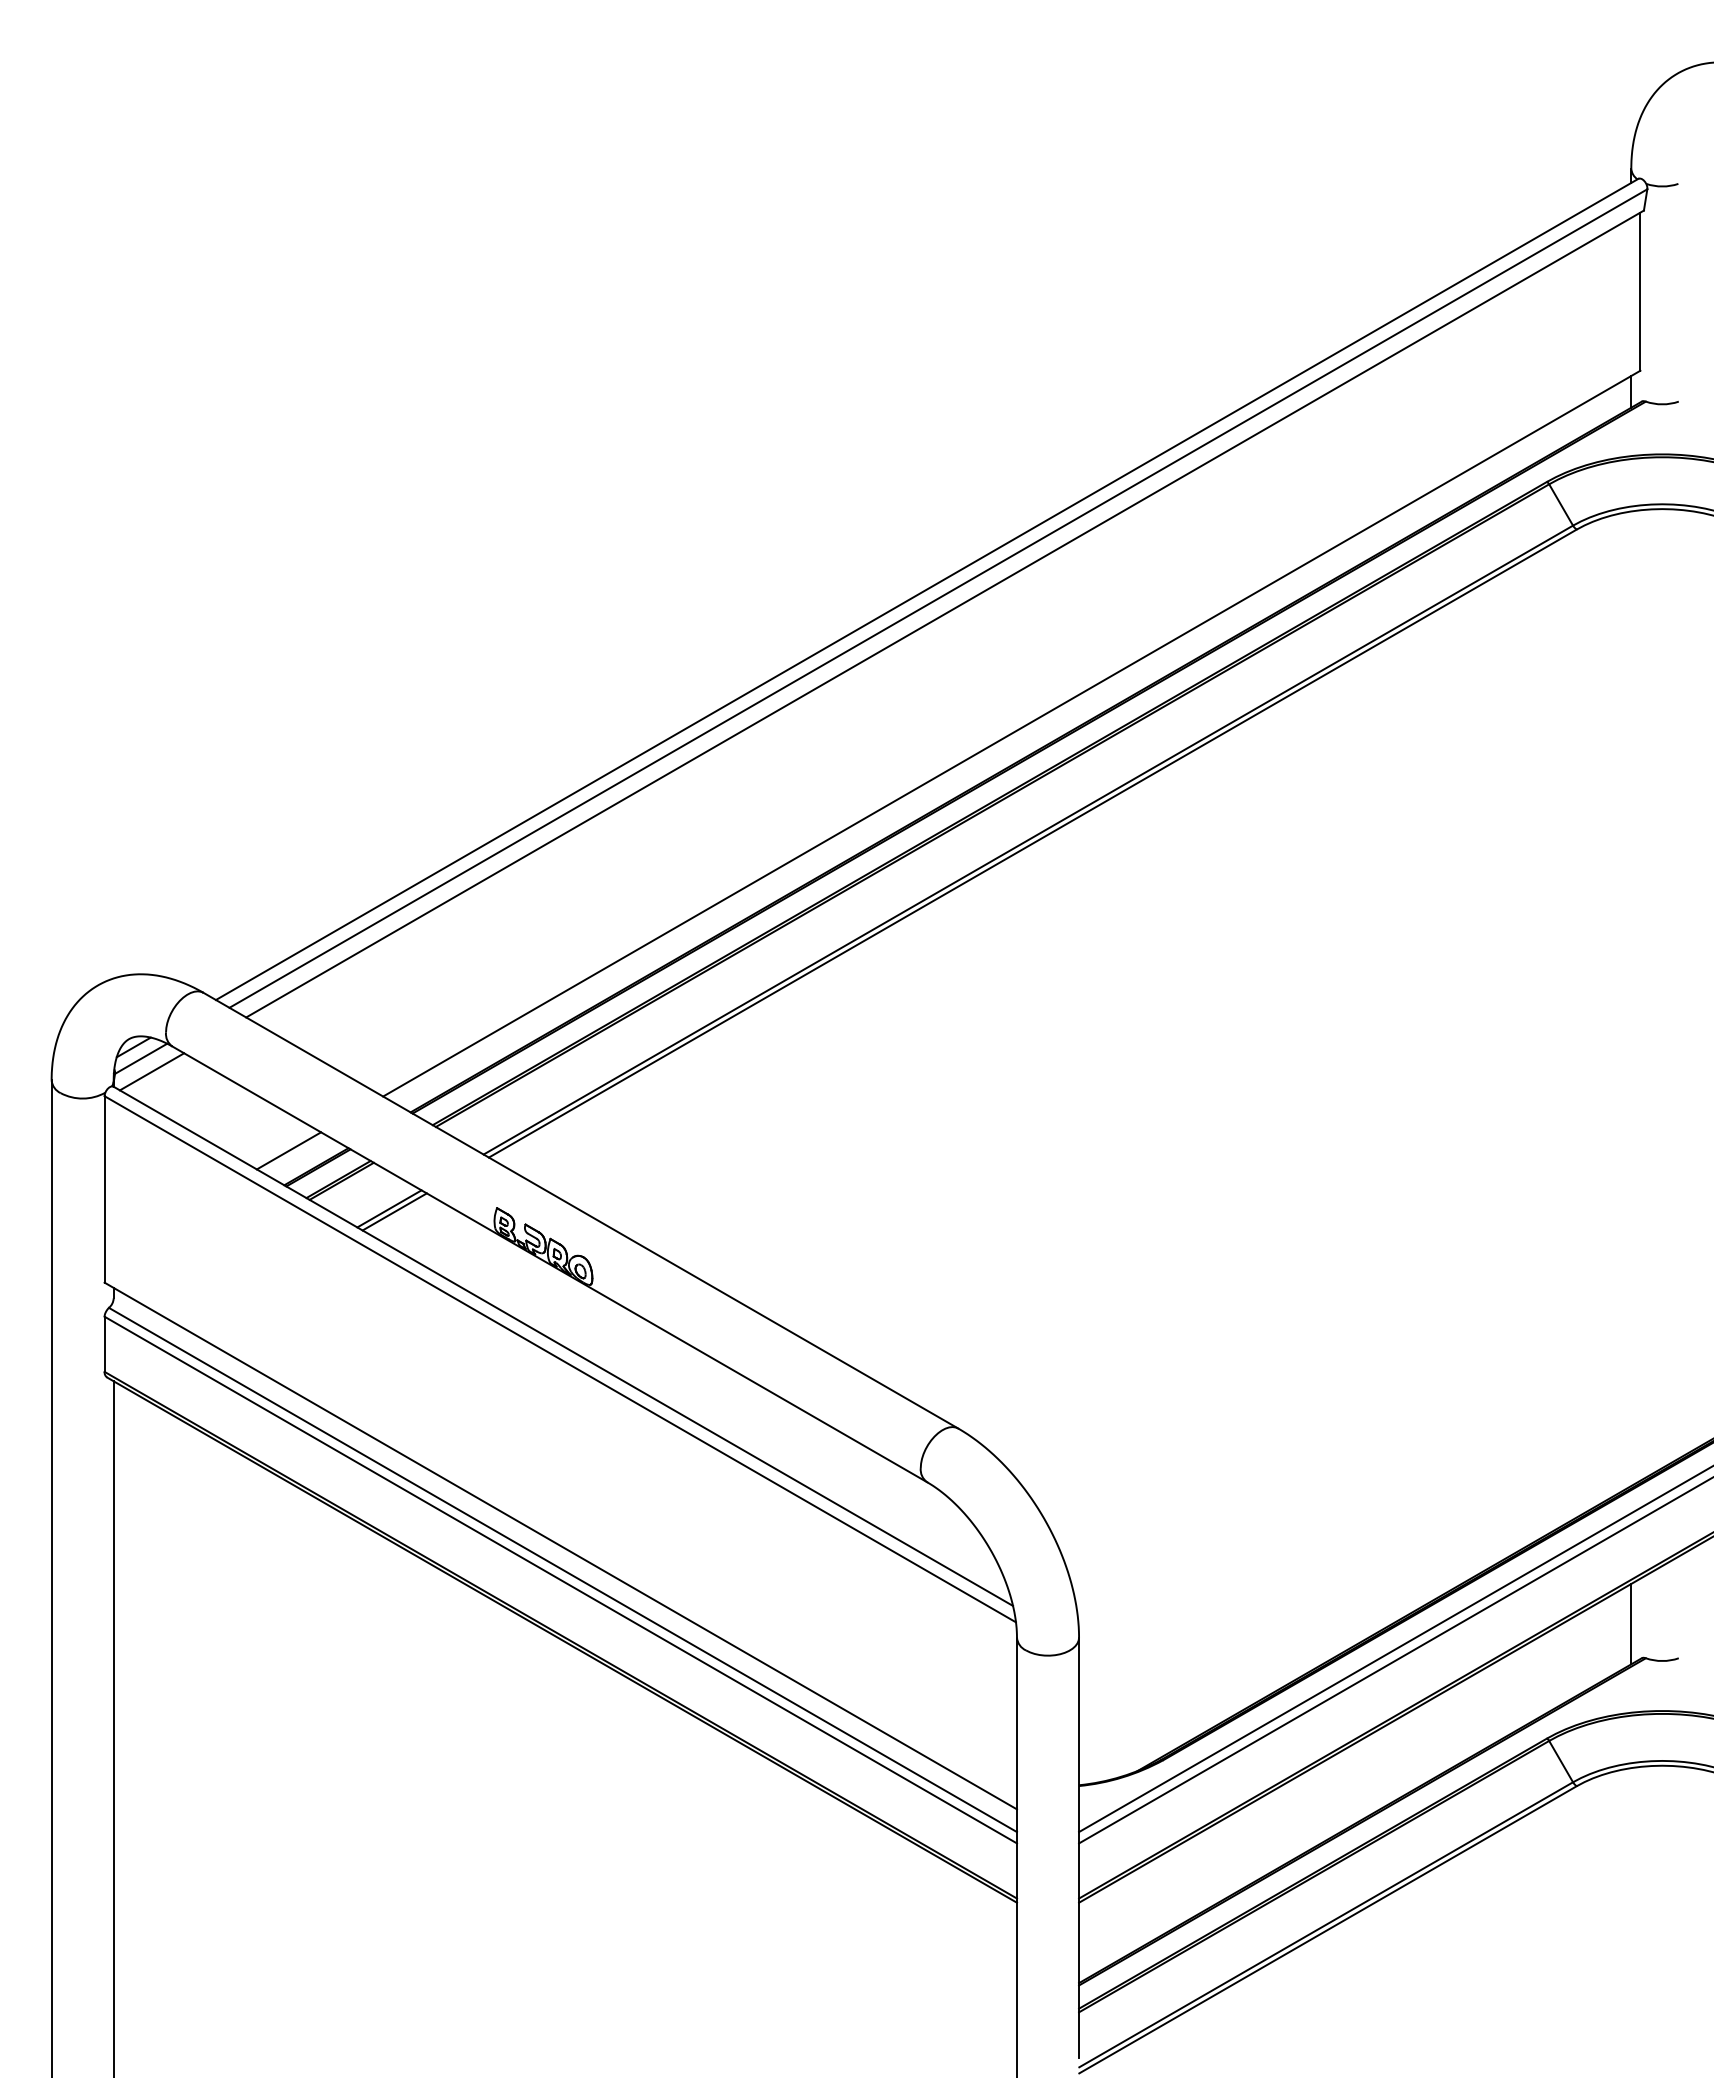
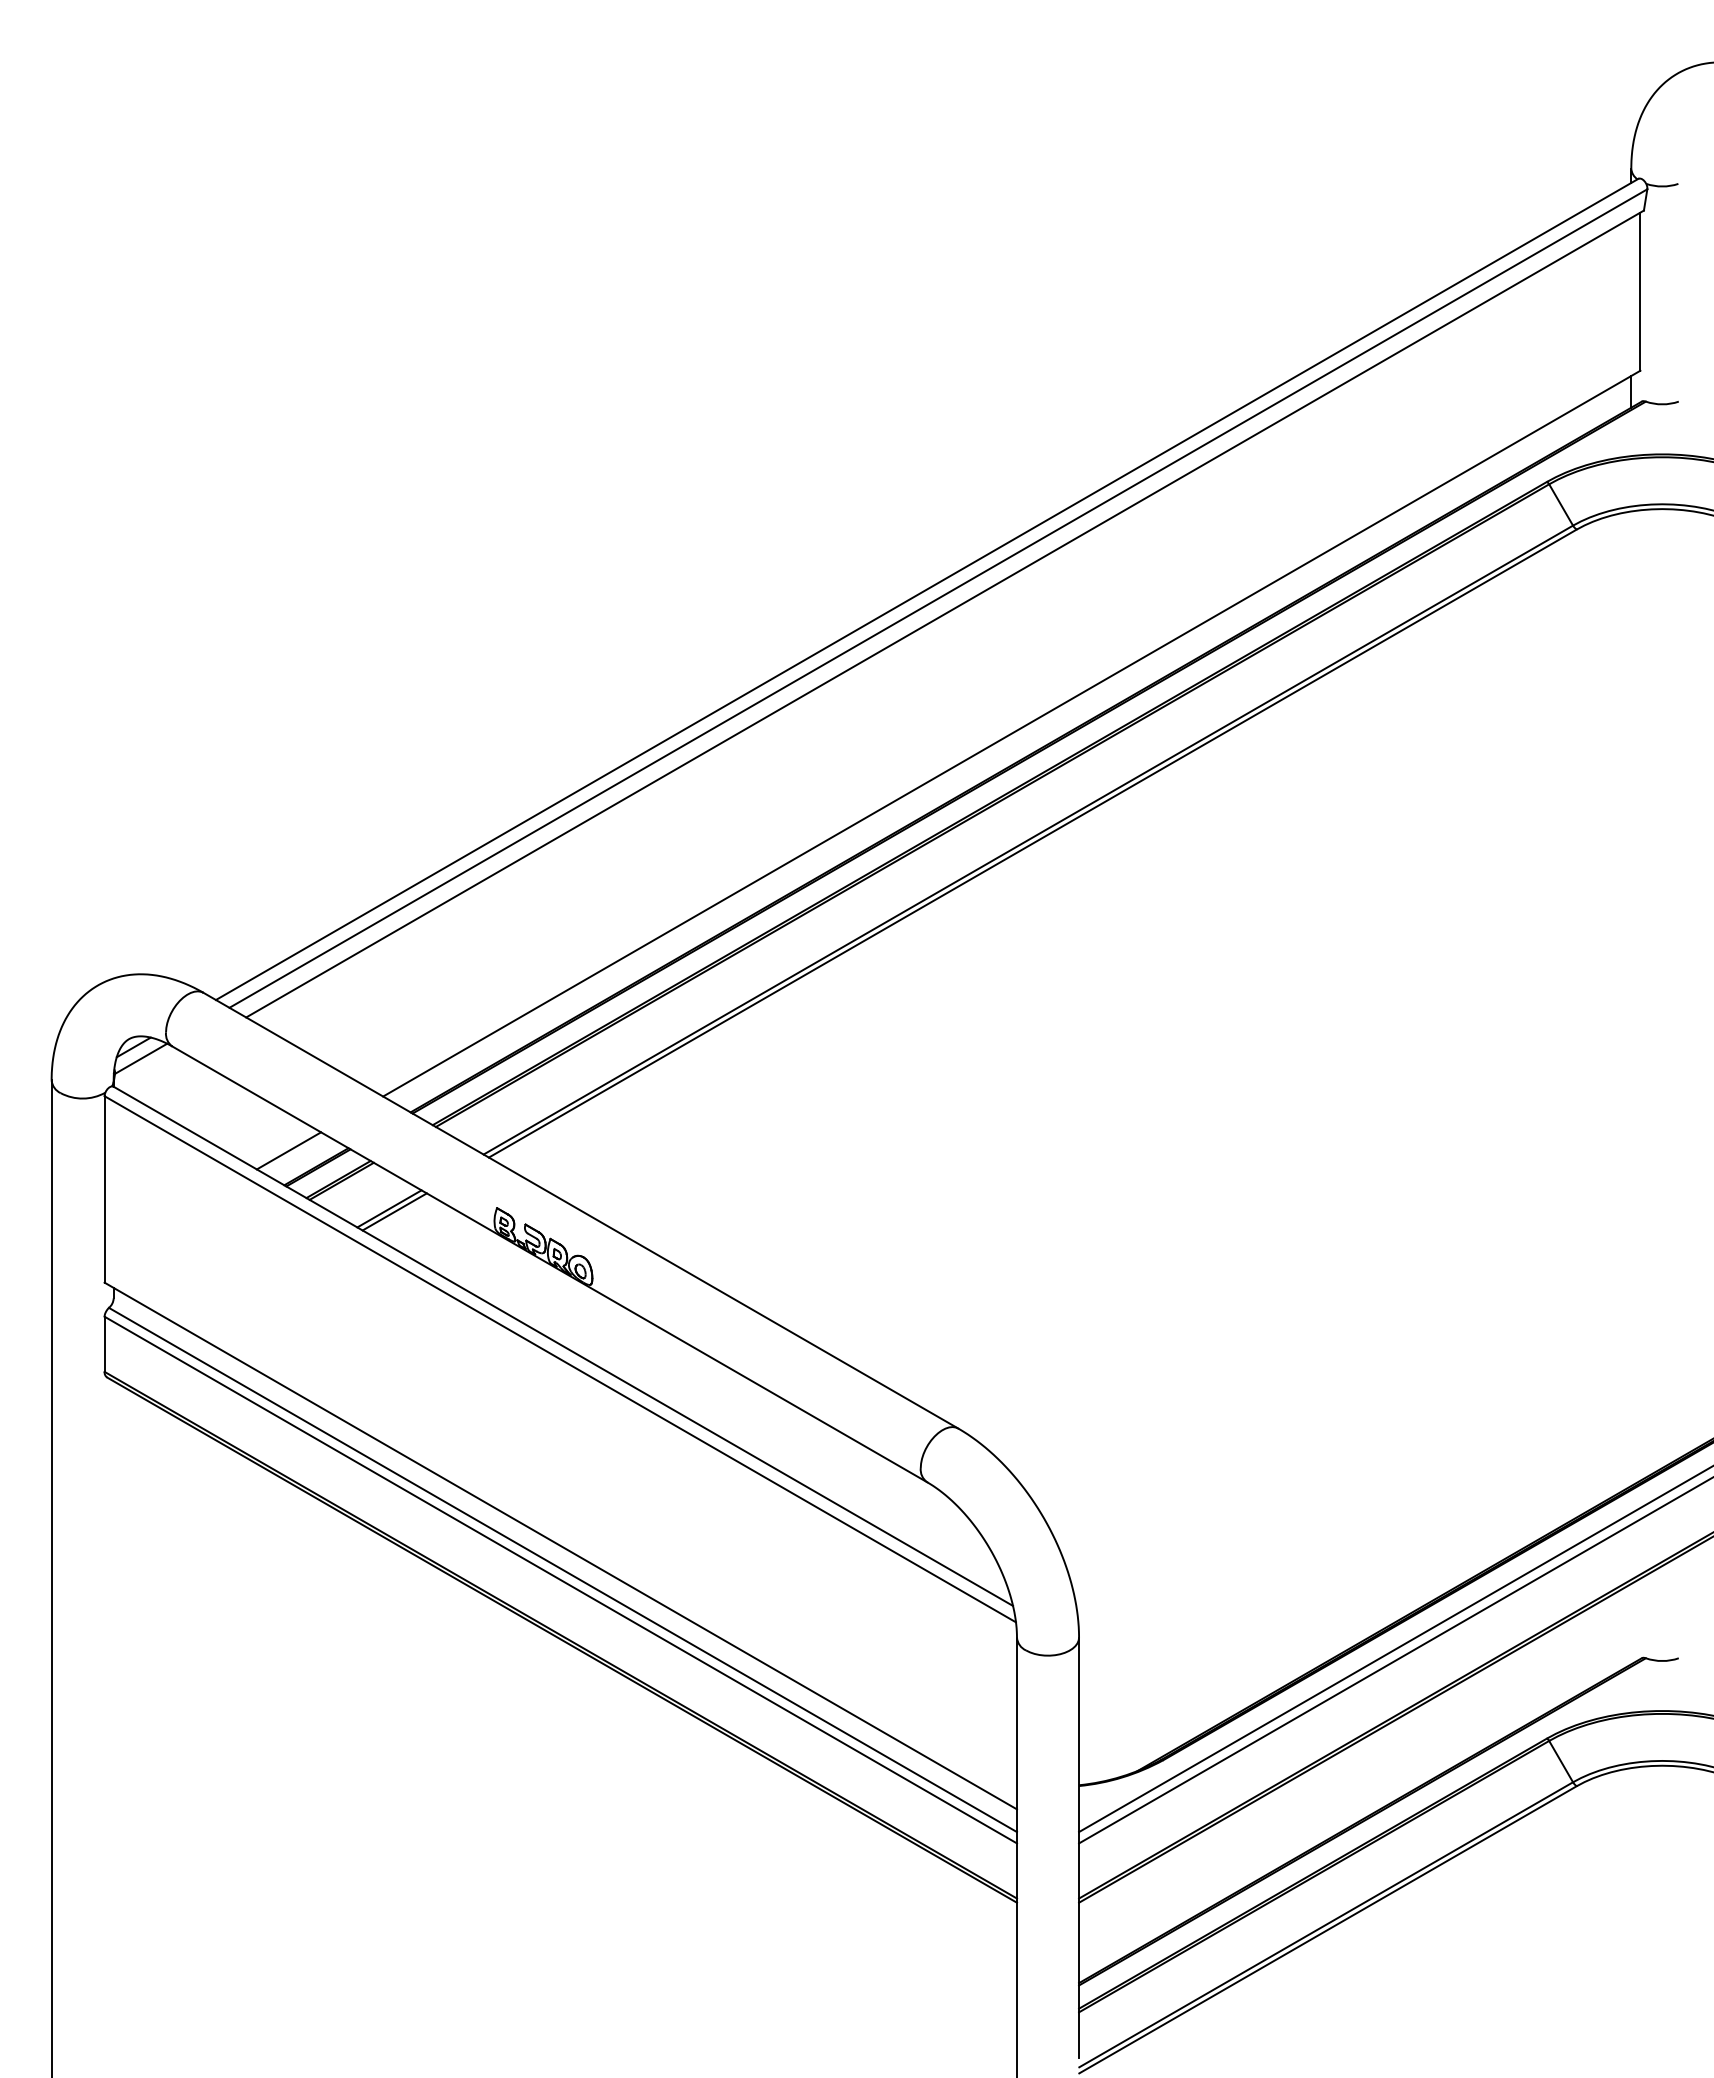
line at (151, 1071): present -> none
line at (1631, 1623): present -> none
line at (113, 1727): present -> none
